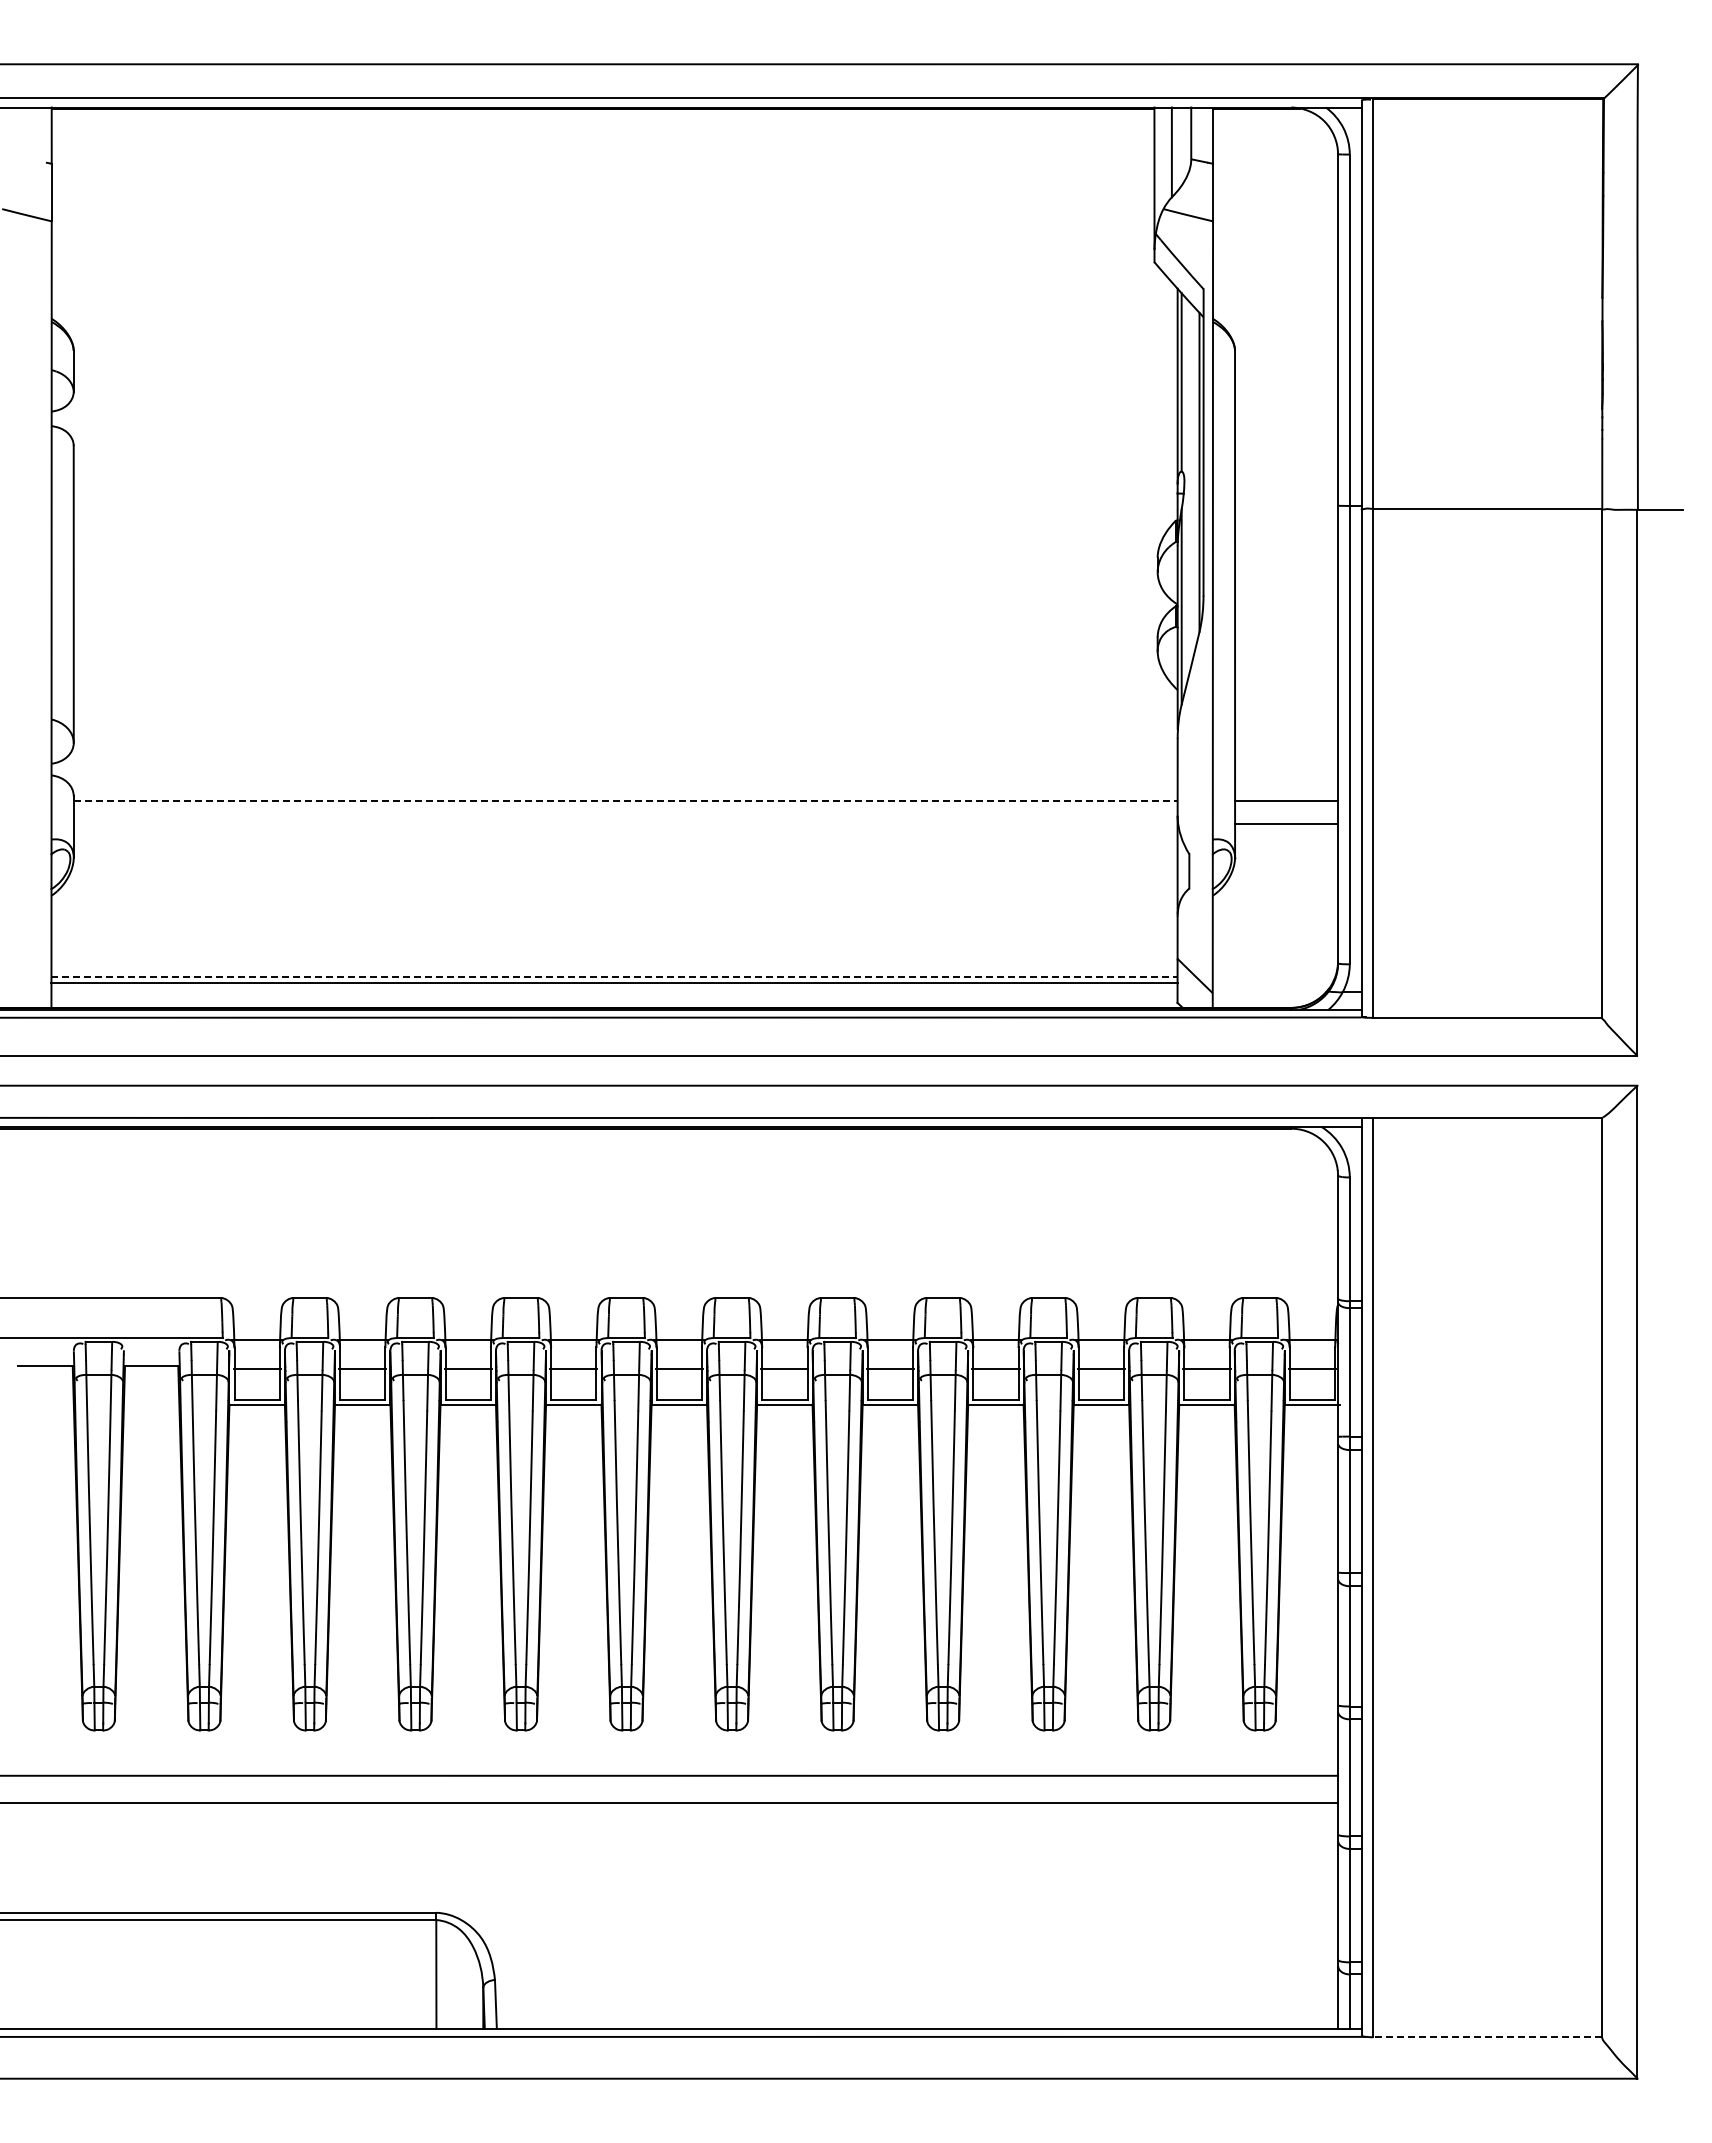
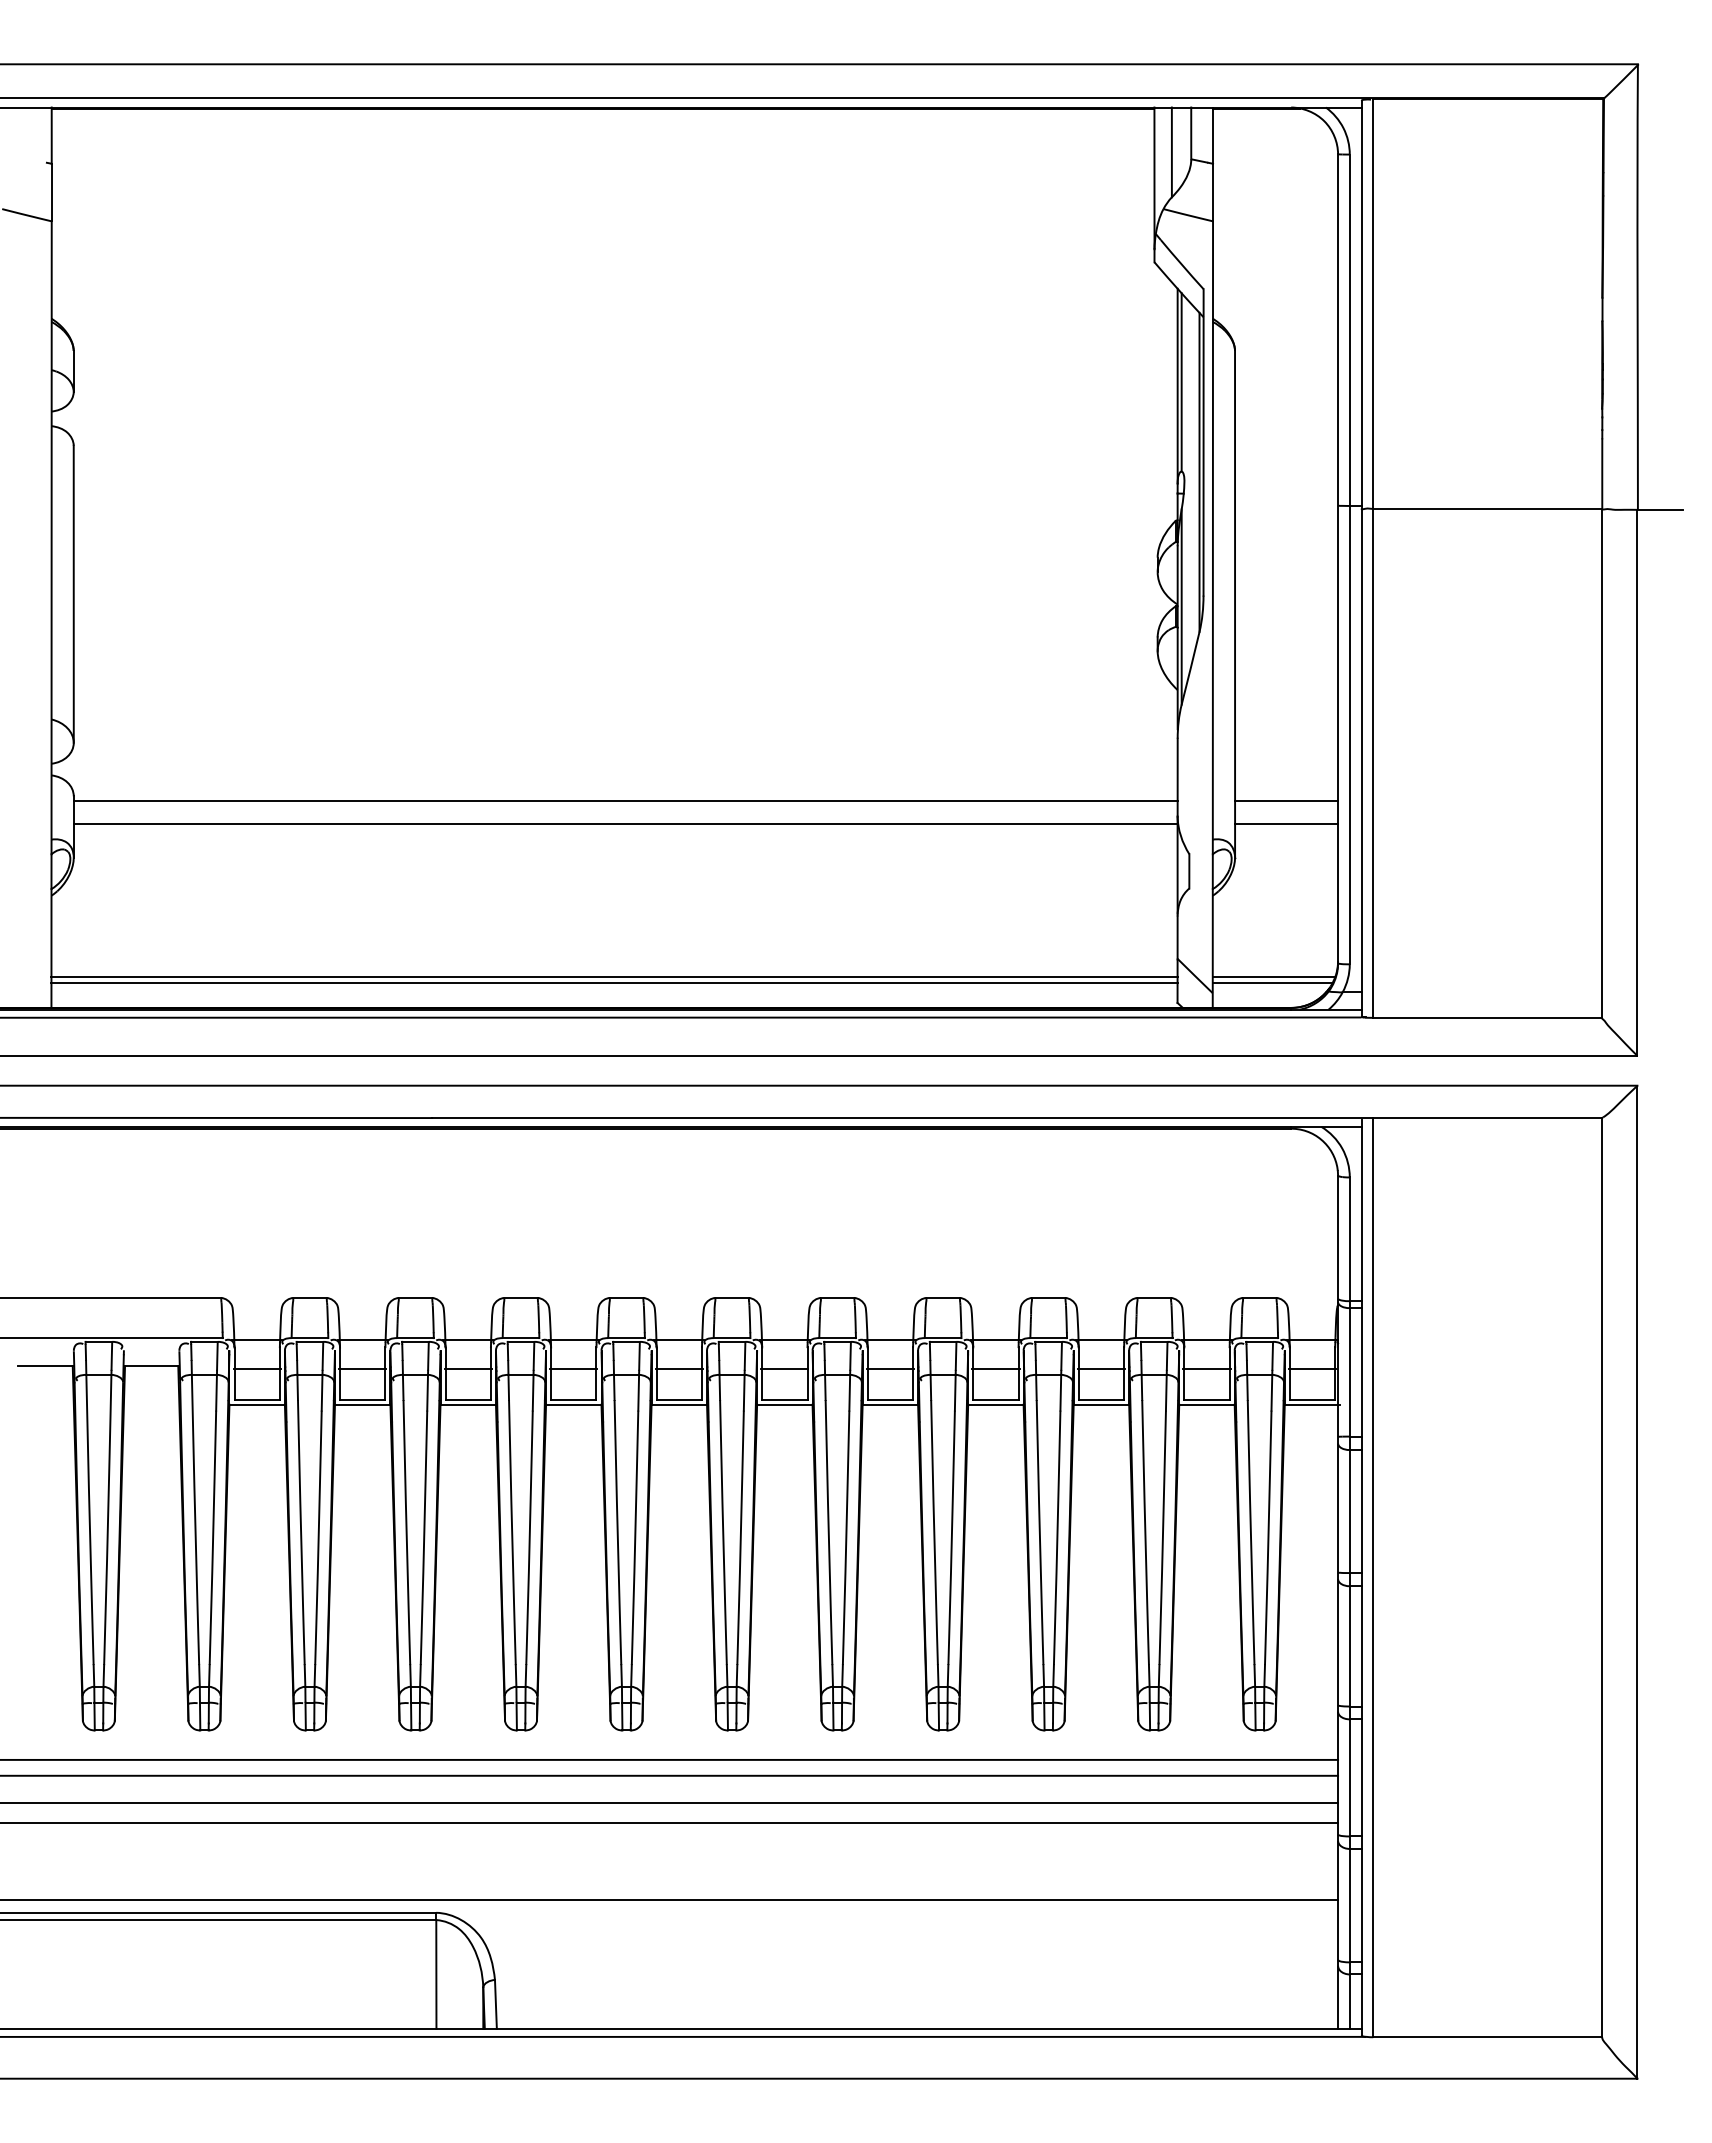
line at (625, 800): dashed -> solid
line at (625, 824): none -> present
line at (615, 976): dashed -> solid
line at (1273, 976): none -> present
line at (1272, 983): none -> present
line at (670, 1759): none -> present
line at (670, 1823): none -> present
line at (670, 1900): none -> present
line at (1487, 2037): dashed -> solid
